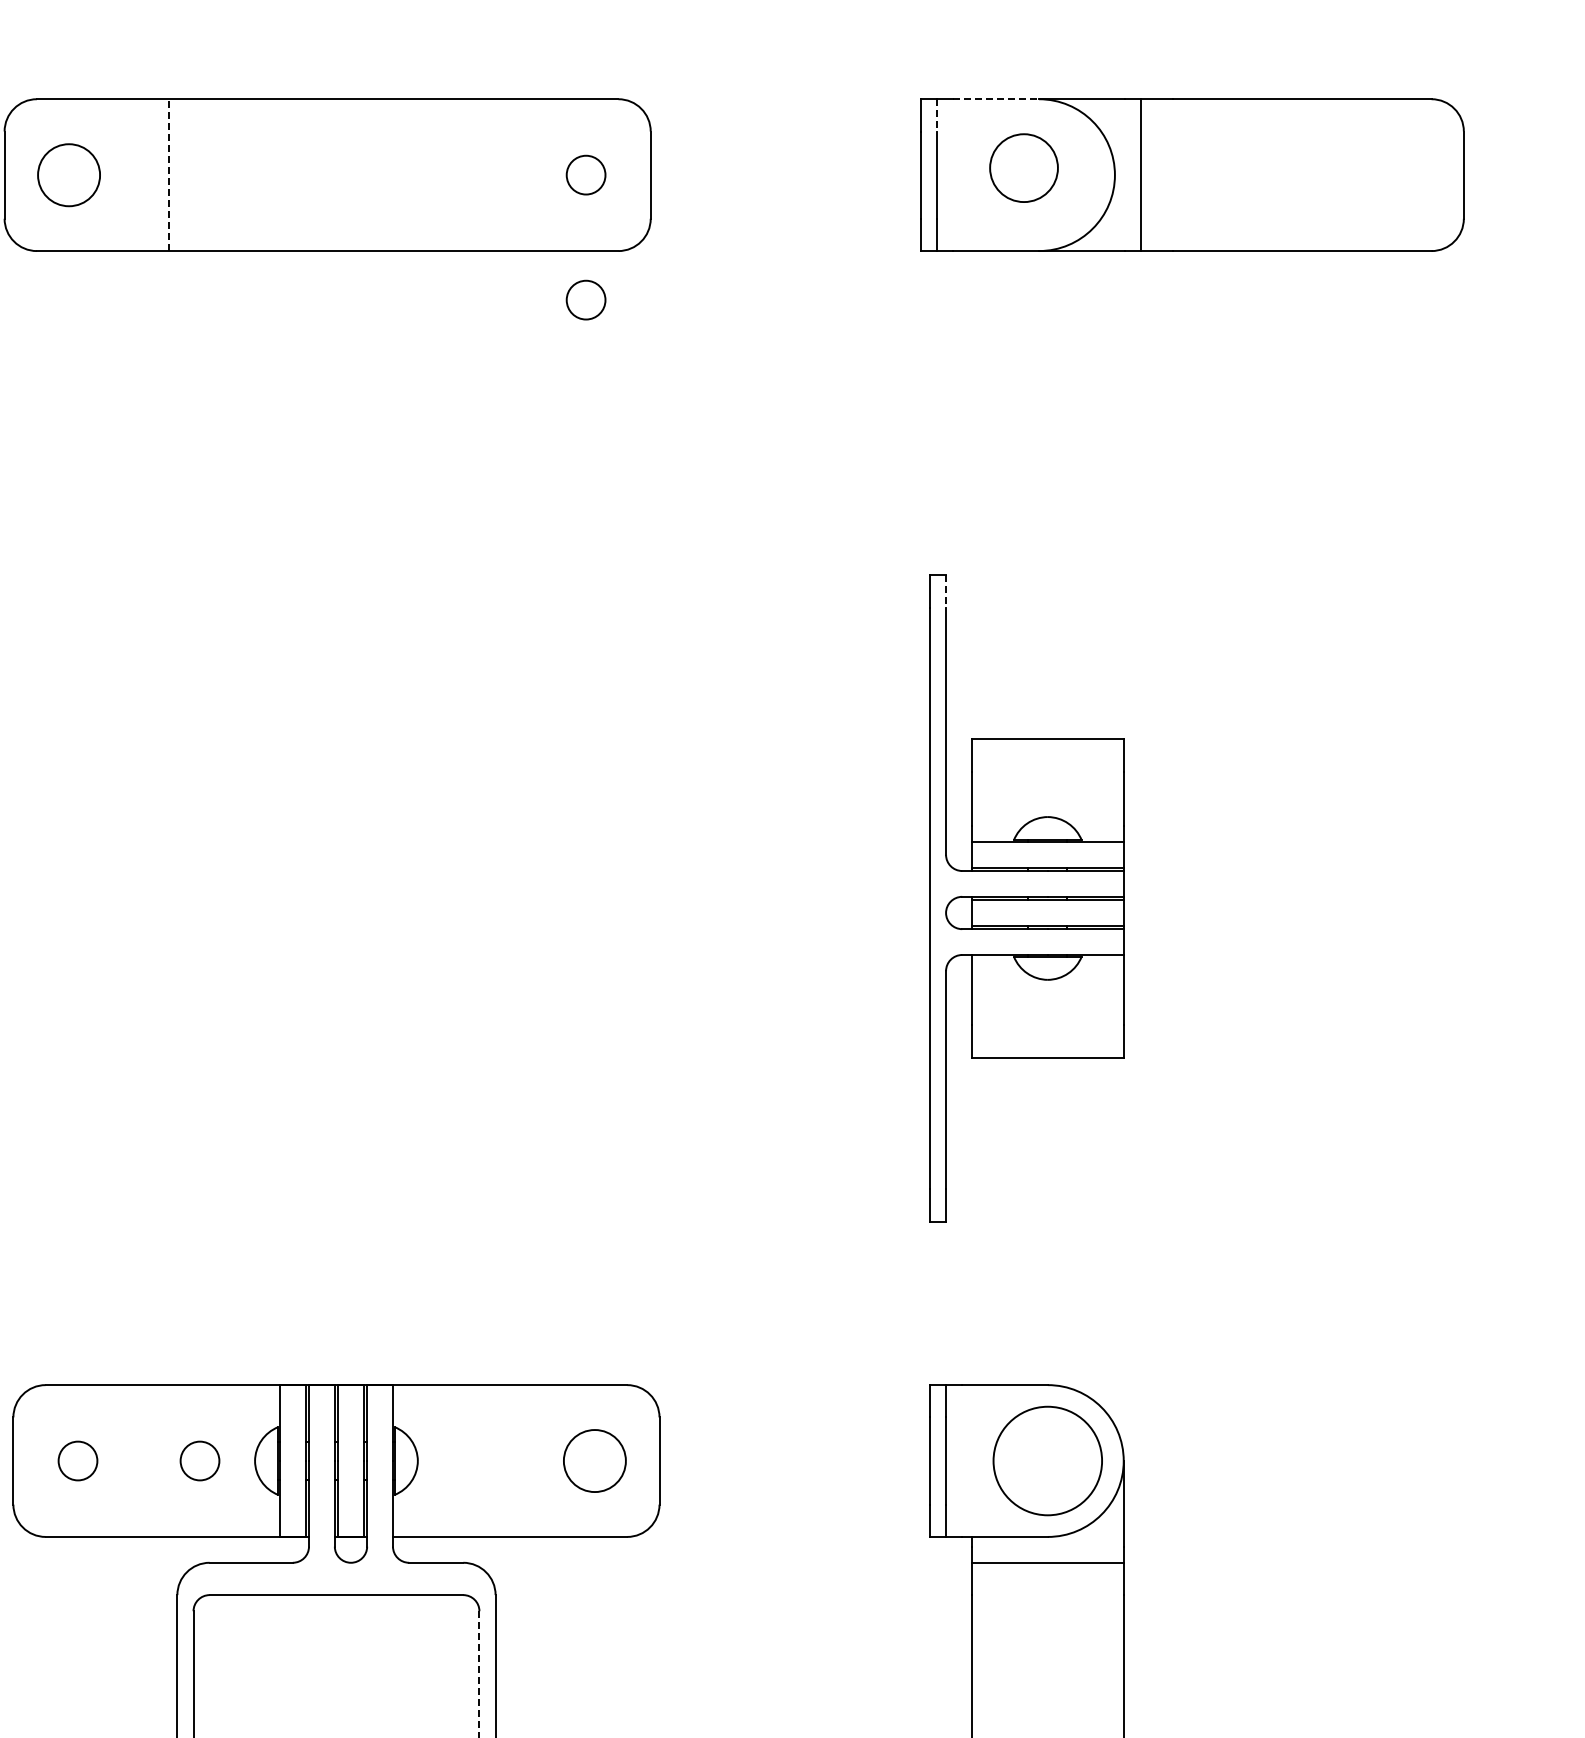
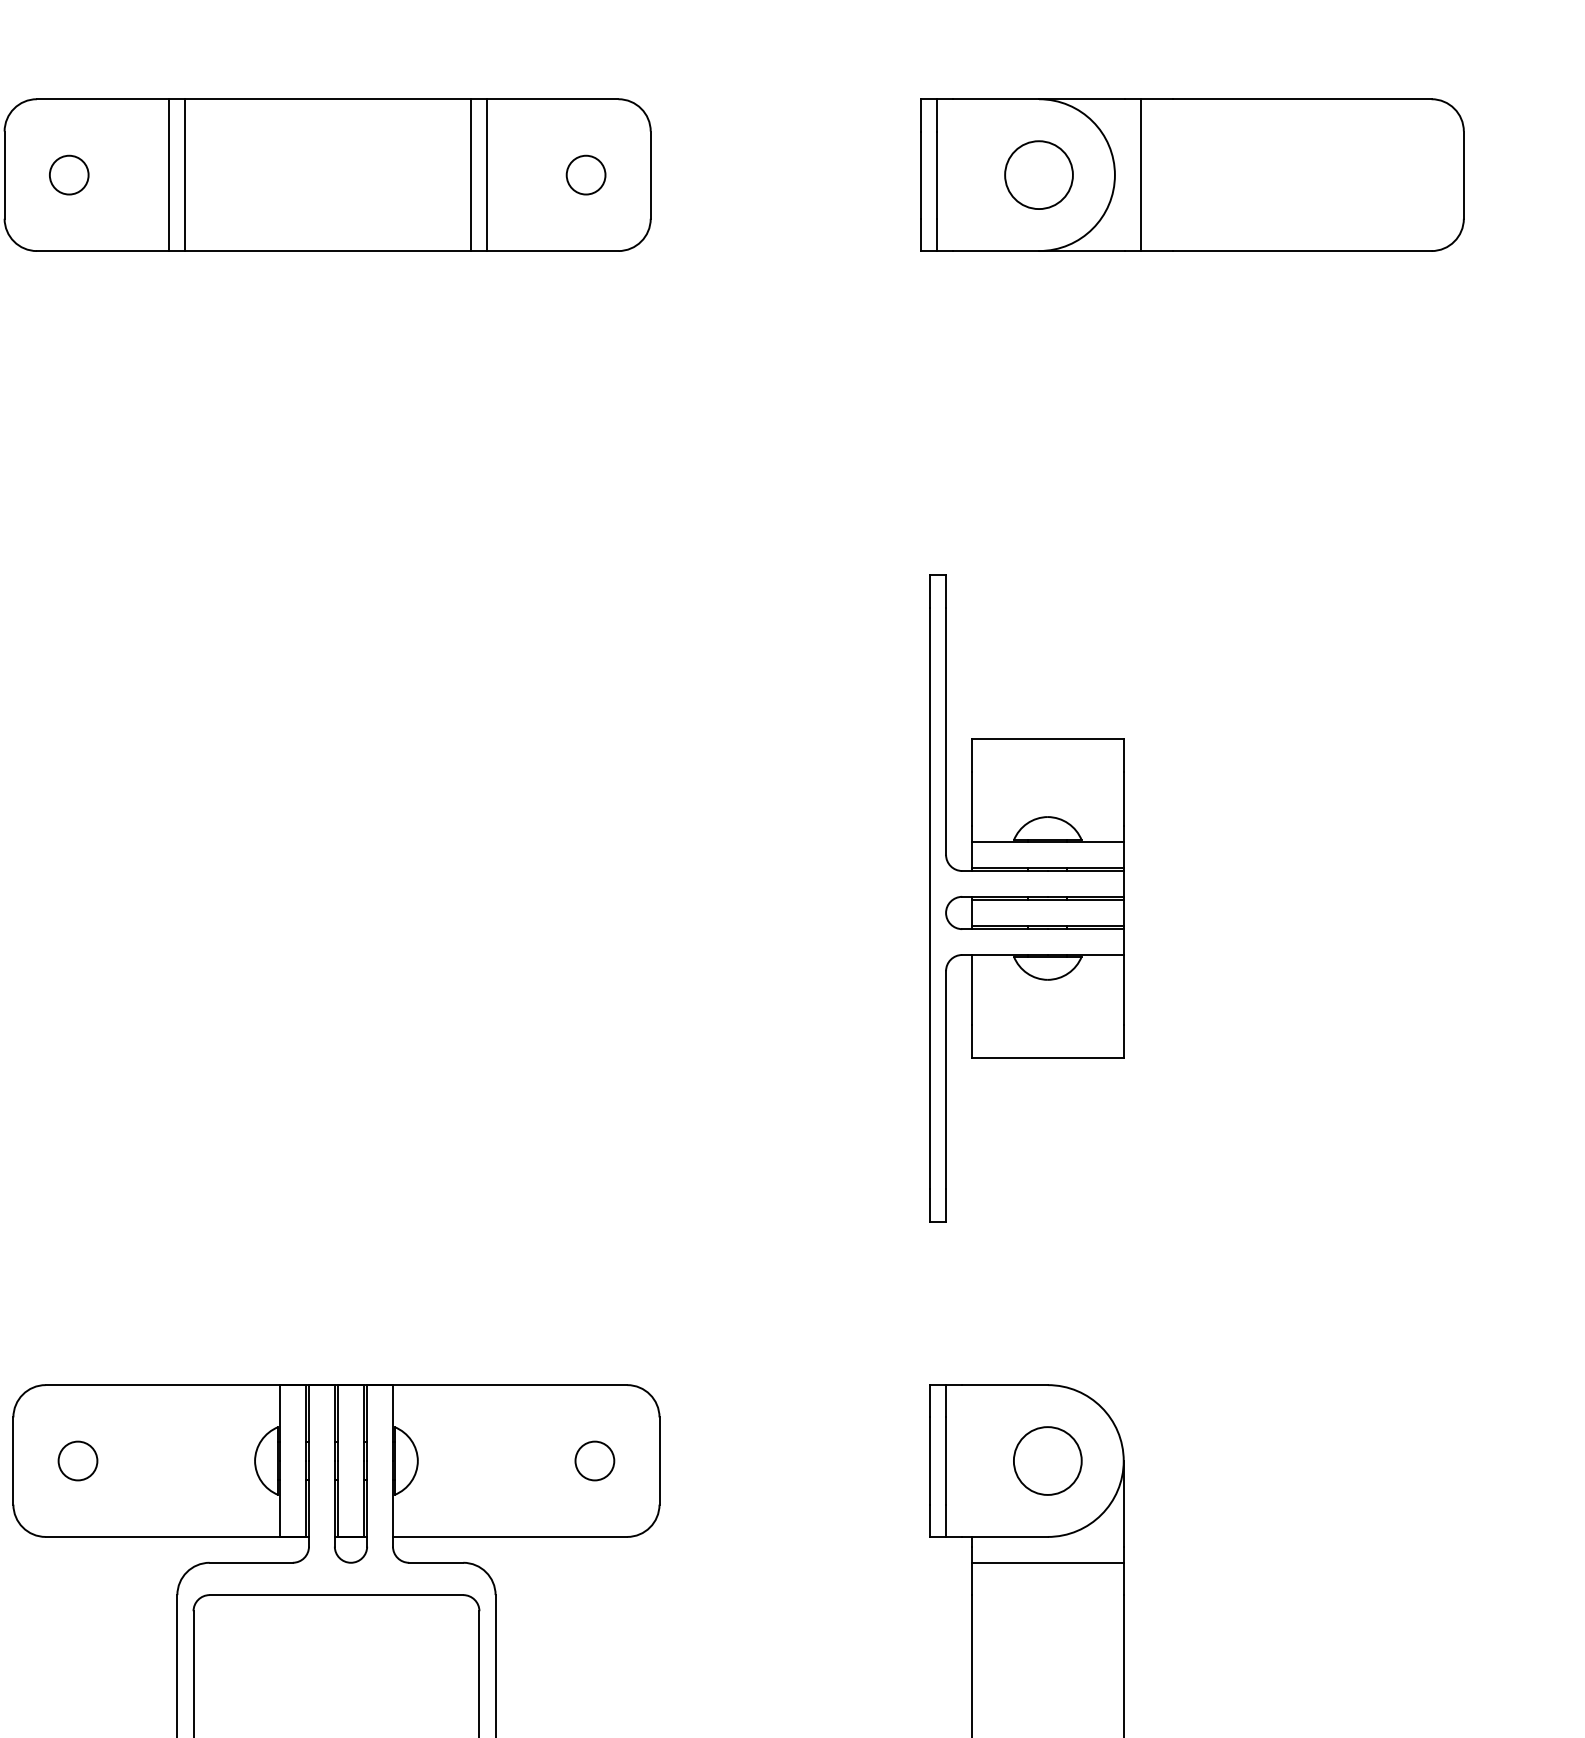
line at (996, 99): dashed -> solid
line at (937, 115): dashed -> solid
circle at (1023, 167) position: (1023, 167) -> (1038, 174)
circle at (68, 175) size: 64x65 px -> 41x42 px
line at (168, 175): dashed -> solid
line at (184, 175): none -> present
line at (470, 175): none -> present
line at (486, 175): none -> present
circle at (585, 299): present -> none
line at (946, 592): dashed -> solid
circle at (199, 1460): present -> none
circle at (1047, 1460) diameter: 109 px -> 68 px
circle at (594, 1461) diameter: 62 px -> 39 px
line at (479, 1675): dashed -> solid
